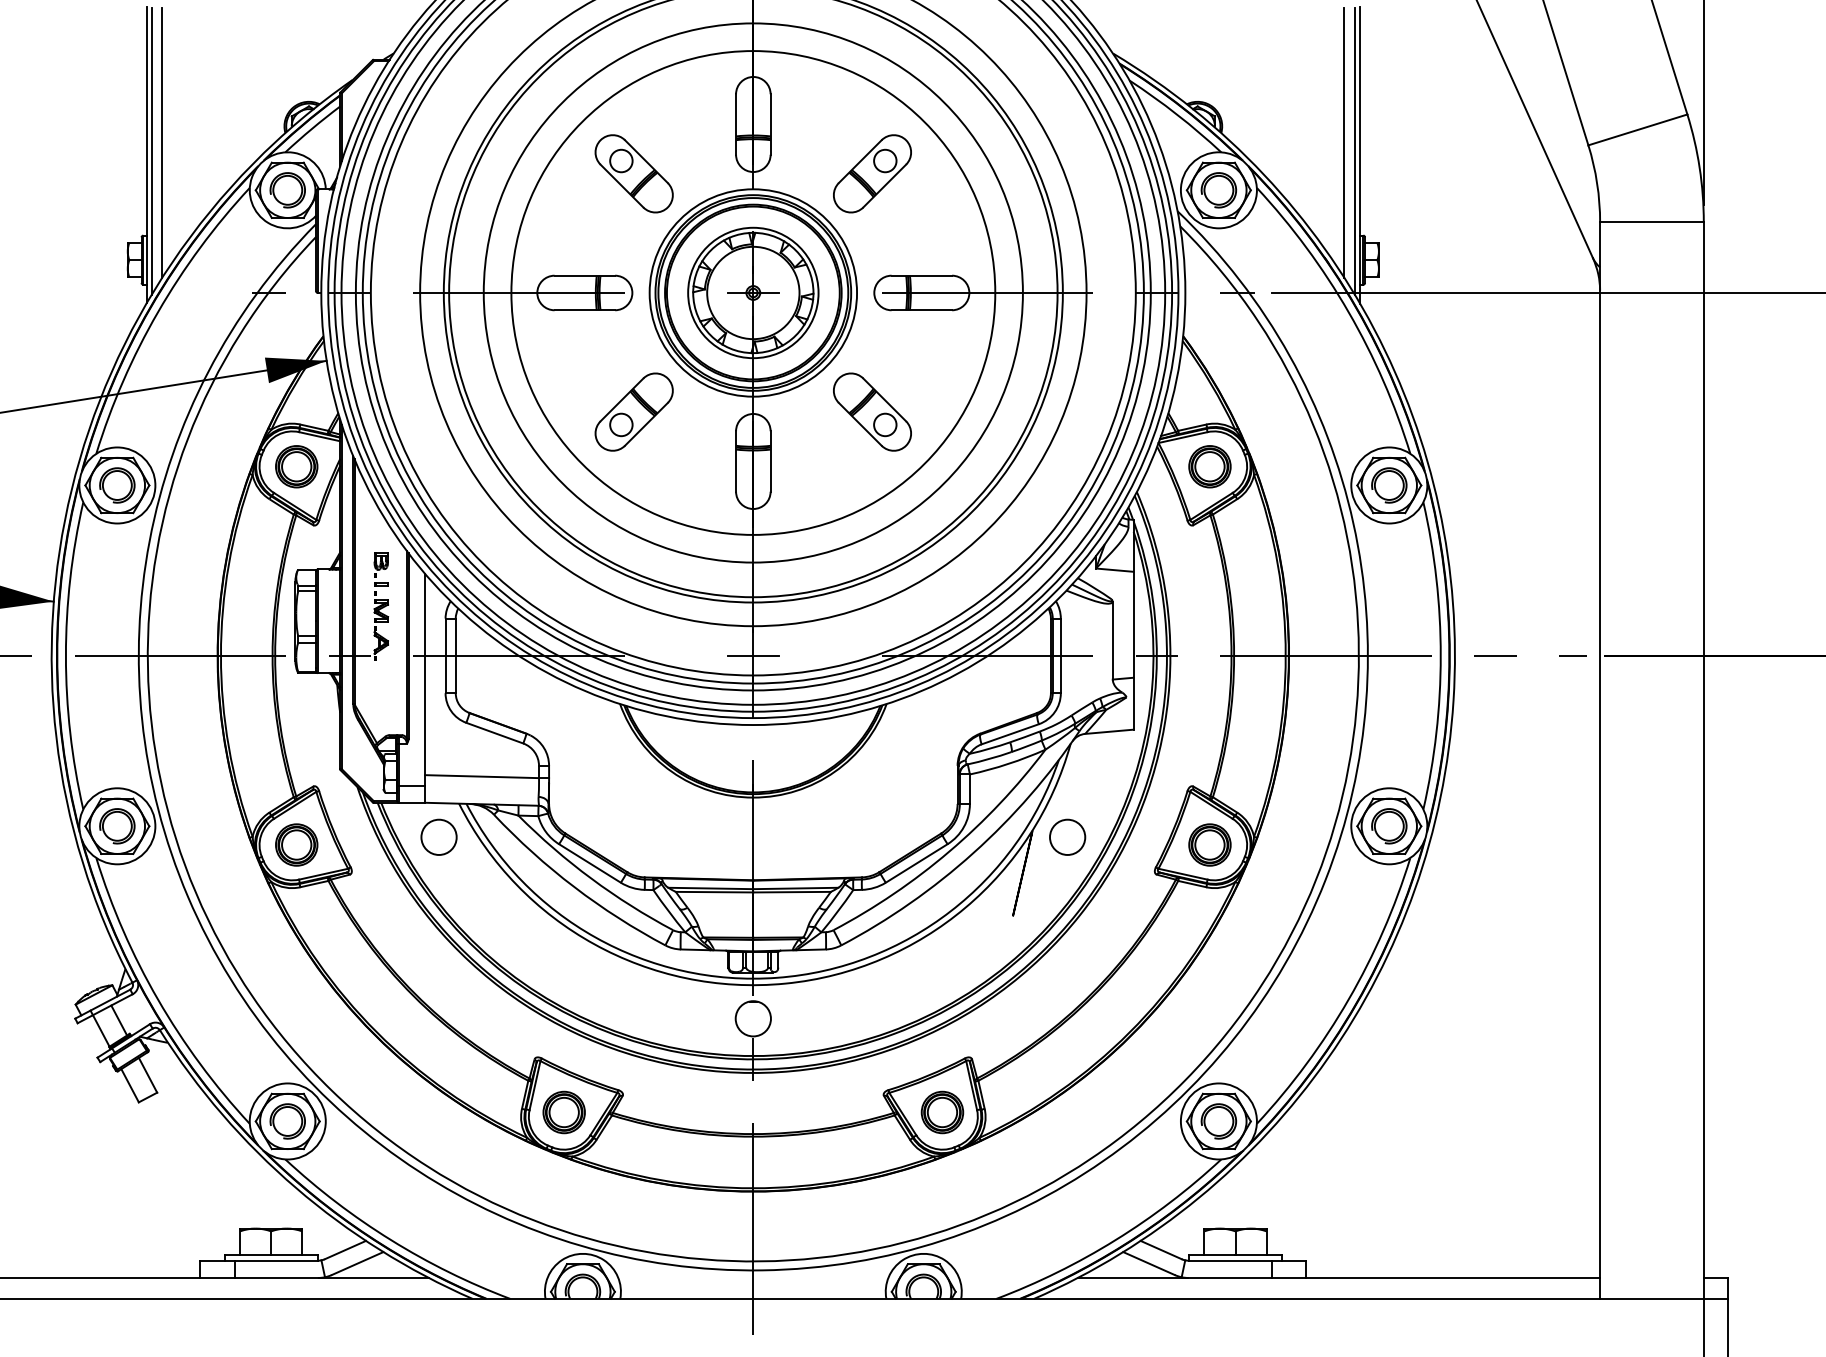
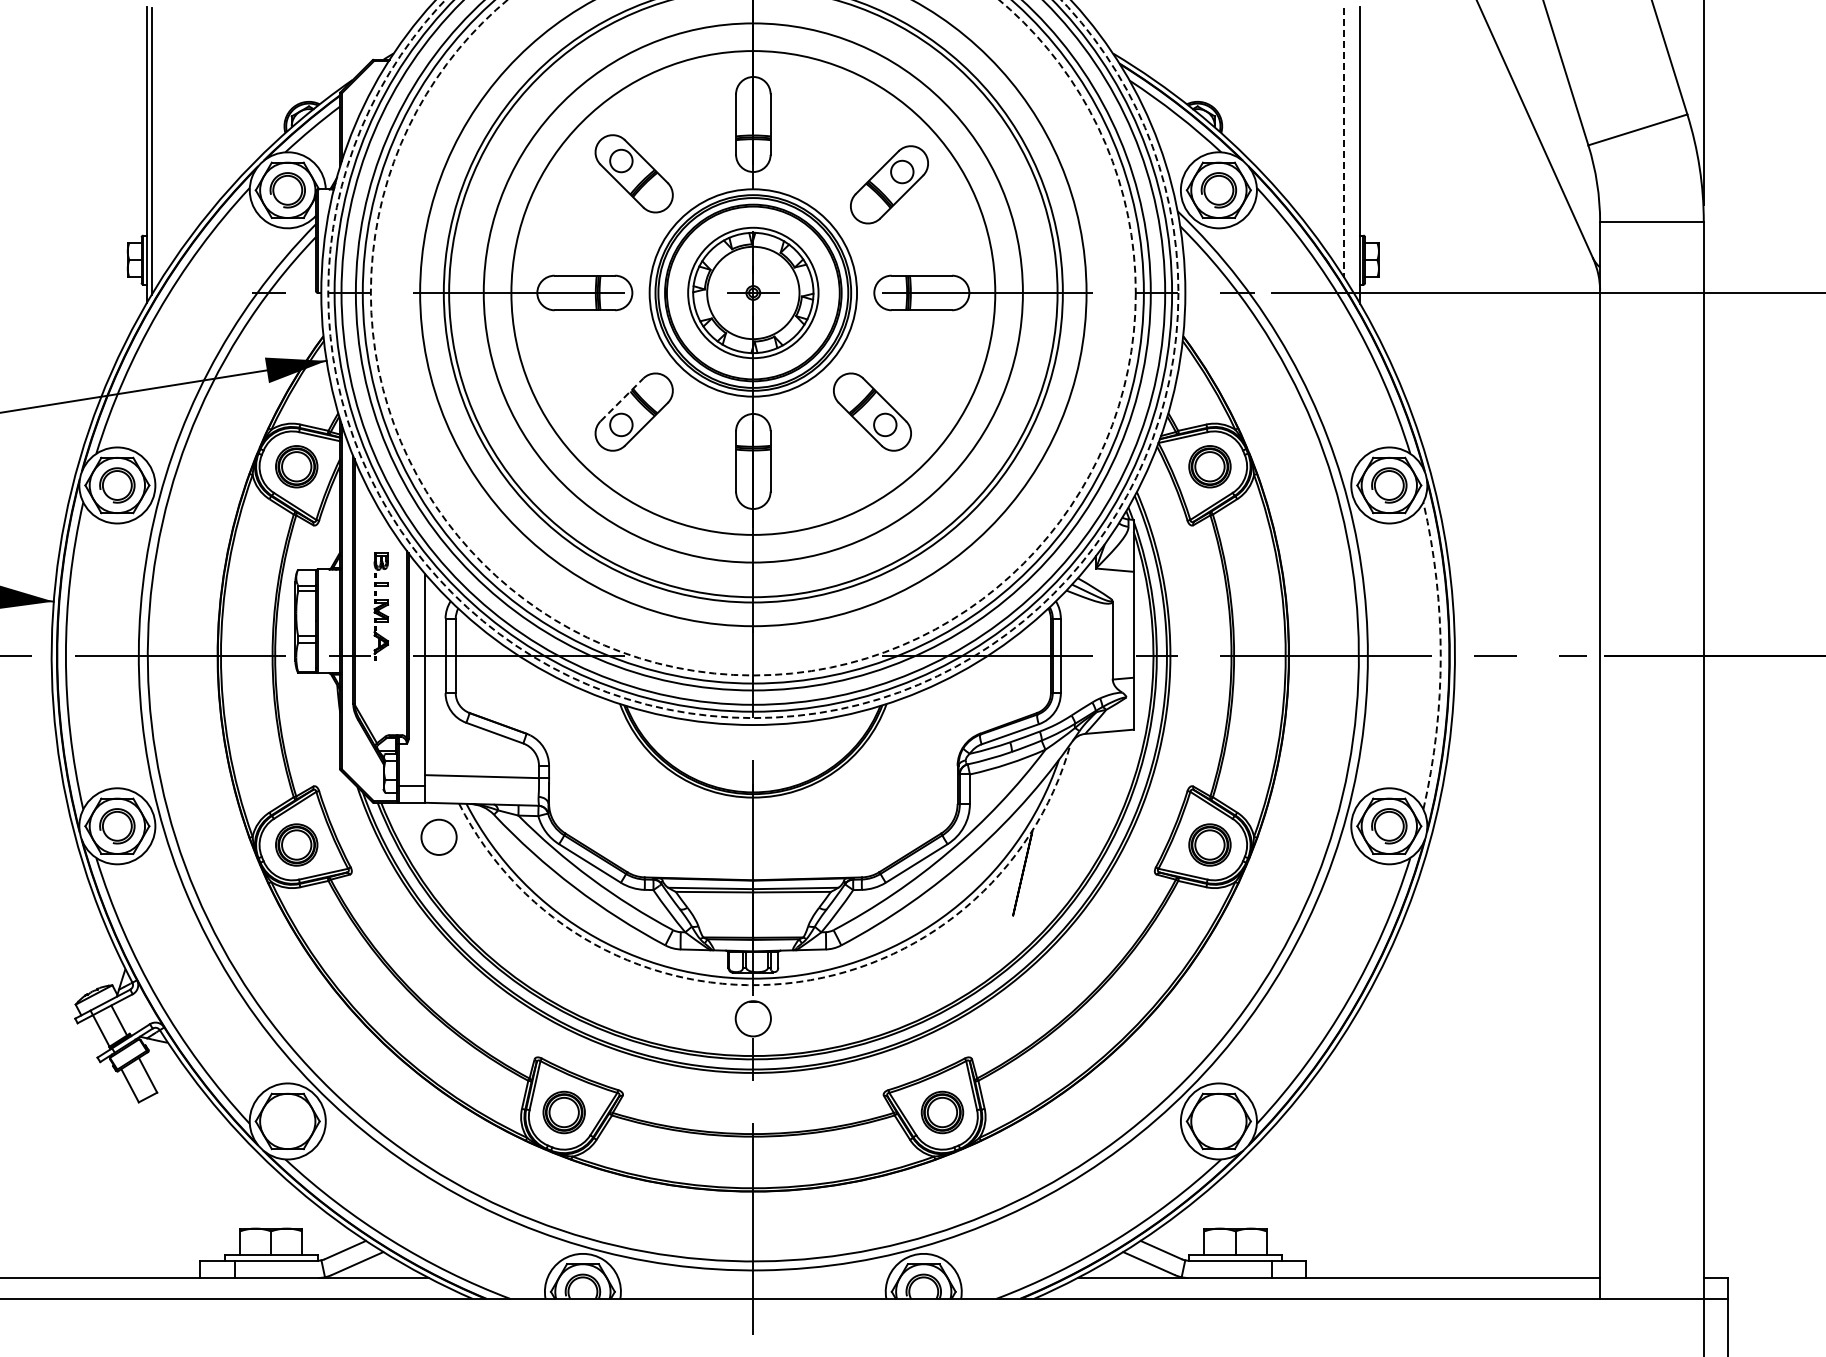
line at (162, 142): present -> none
line at (1344, 143): solid -> dashed
line at (1354, 151): present -> none
part at (872, 173) position: (872, 173) -> (889, 184)
circle at (752, 337): solid -> dashed
circle at (753, 359): solid -> dashed
line at (622, 399): solid -> dashed
line at (753, 655): present -> none
arc at (1440, 655): solid -> dashed
circle at (1067, 836): present -> none
arc at (785, 983): solid -> dashed
part at (287, 1121): present -> none
part at (1218, 1121): present -> none
